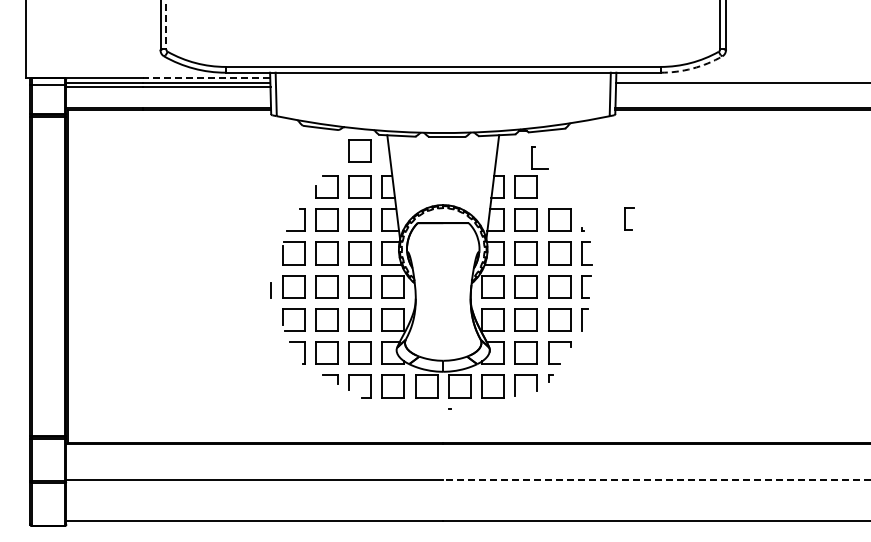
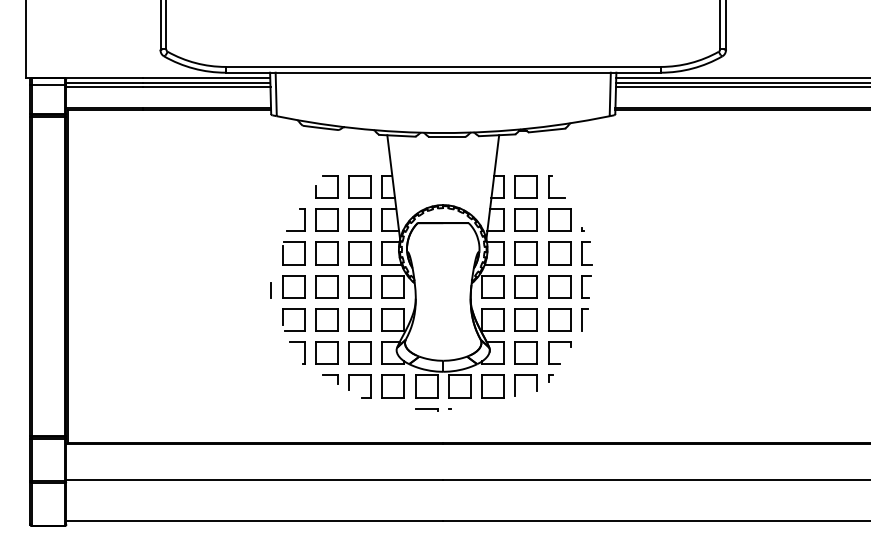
line at (166, 25): dashed -> solid
arc at (692, 68): dashed -> solid
line at (206, 78): dashed -> solid
line at (741, 78): none -> present
line at (741, 87): none -> present
part at (359, 150): present -> none
part at (532, 157) position: (532, 157) -> (549, 186)
part at (629, 218): present -> none
part at (426, 409): none -> present
line at (656, 480): dashed -> solid
